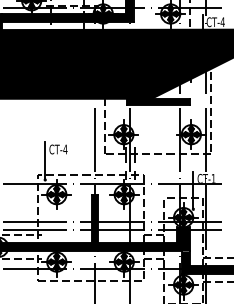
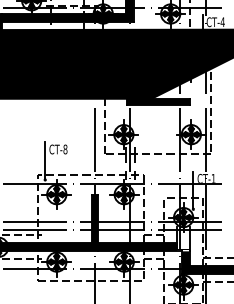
text at (65, 149): CT-4 -> CT-8
fill at (183, 239): present -> none
